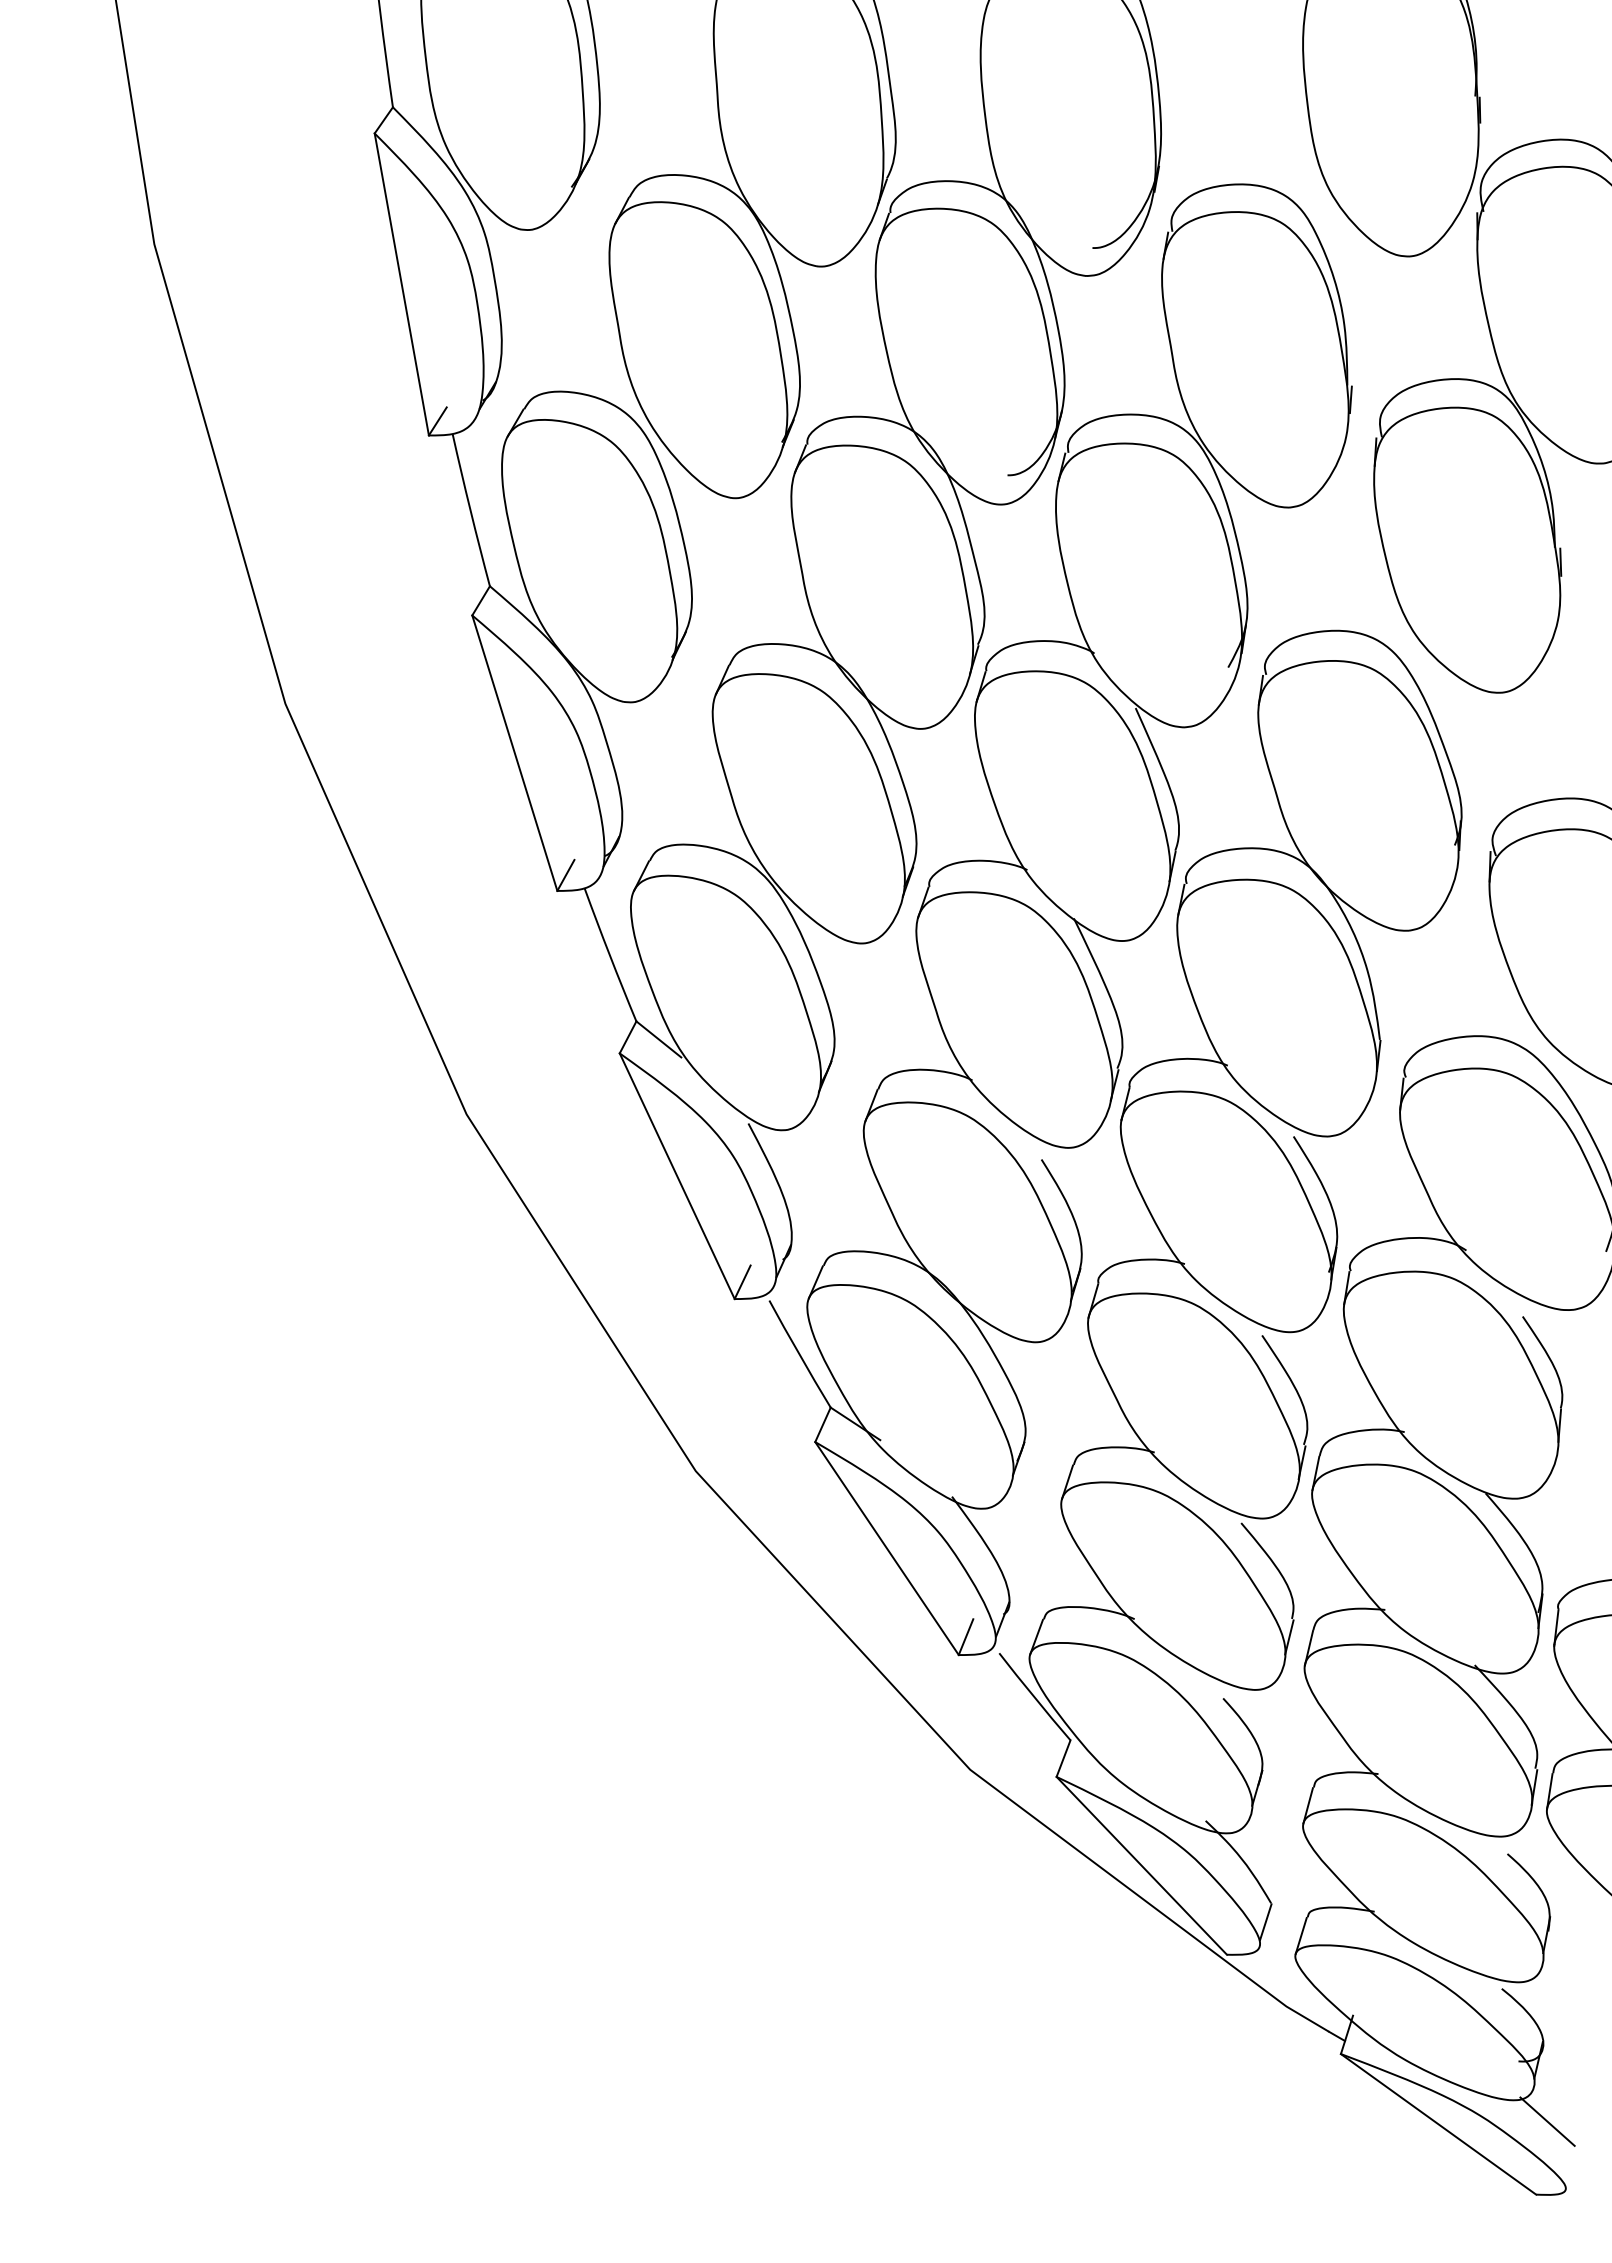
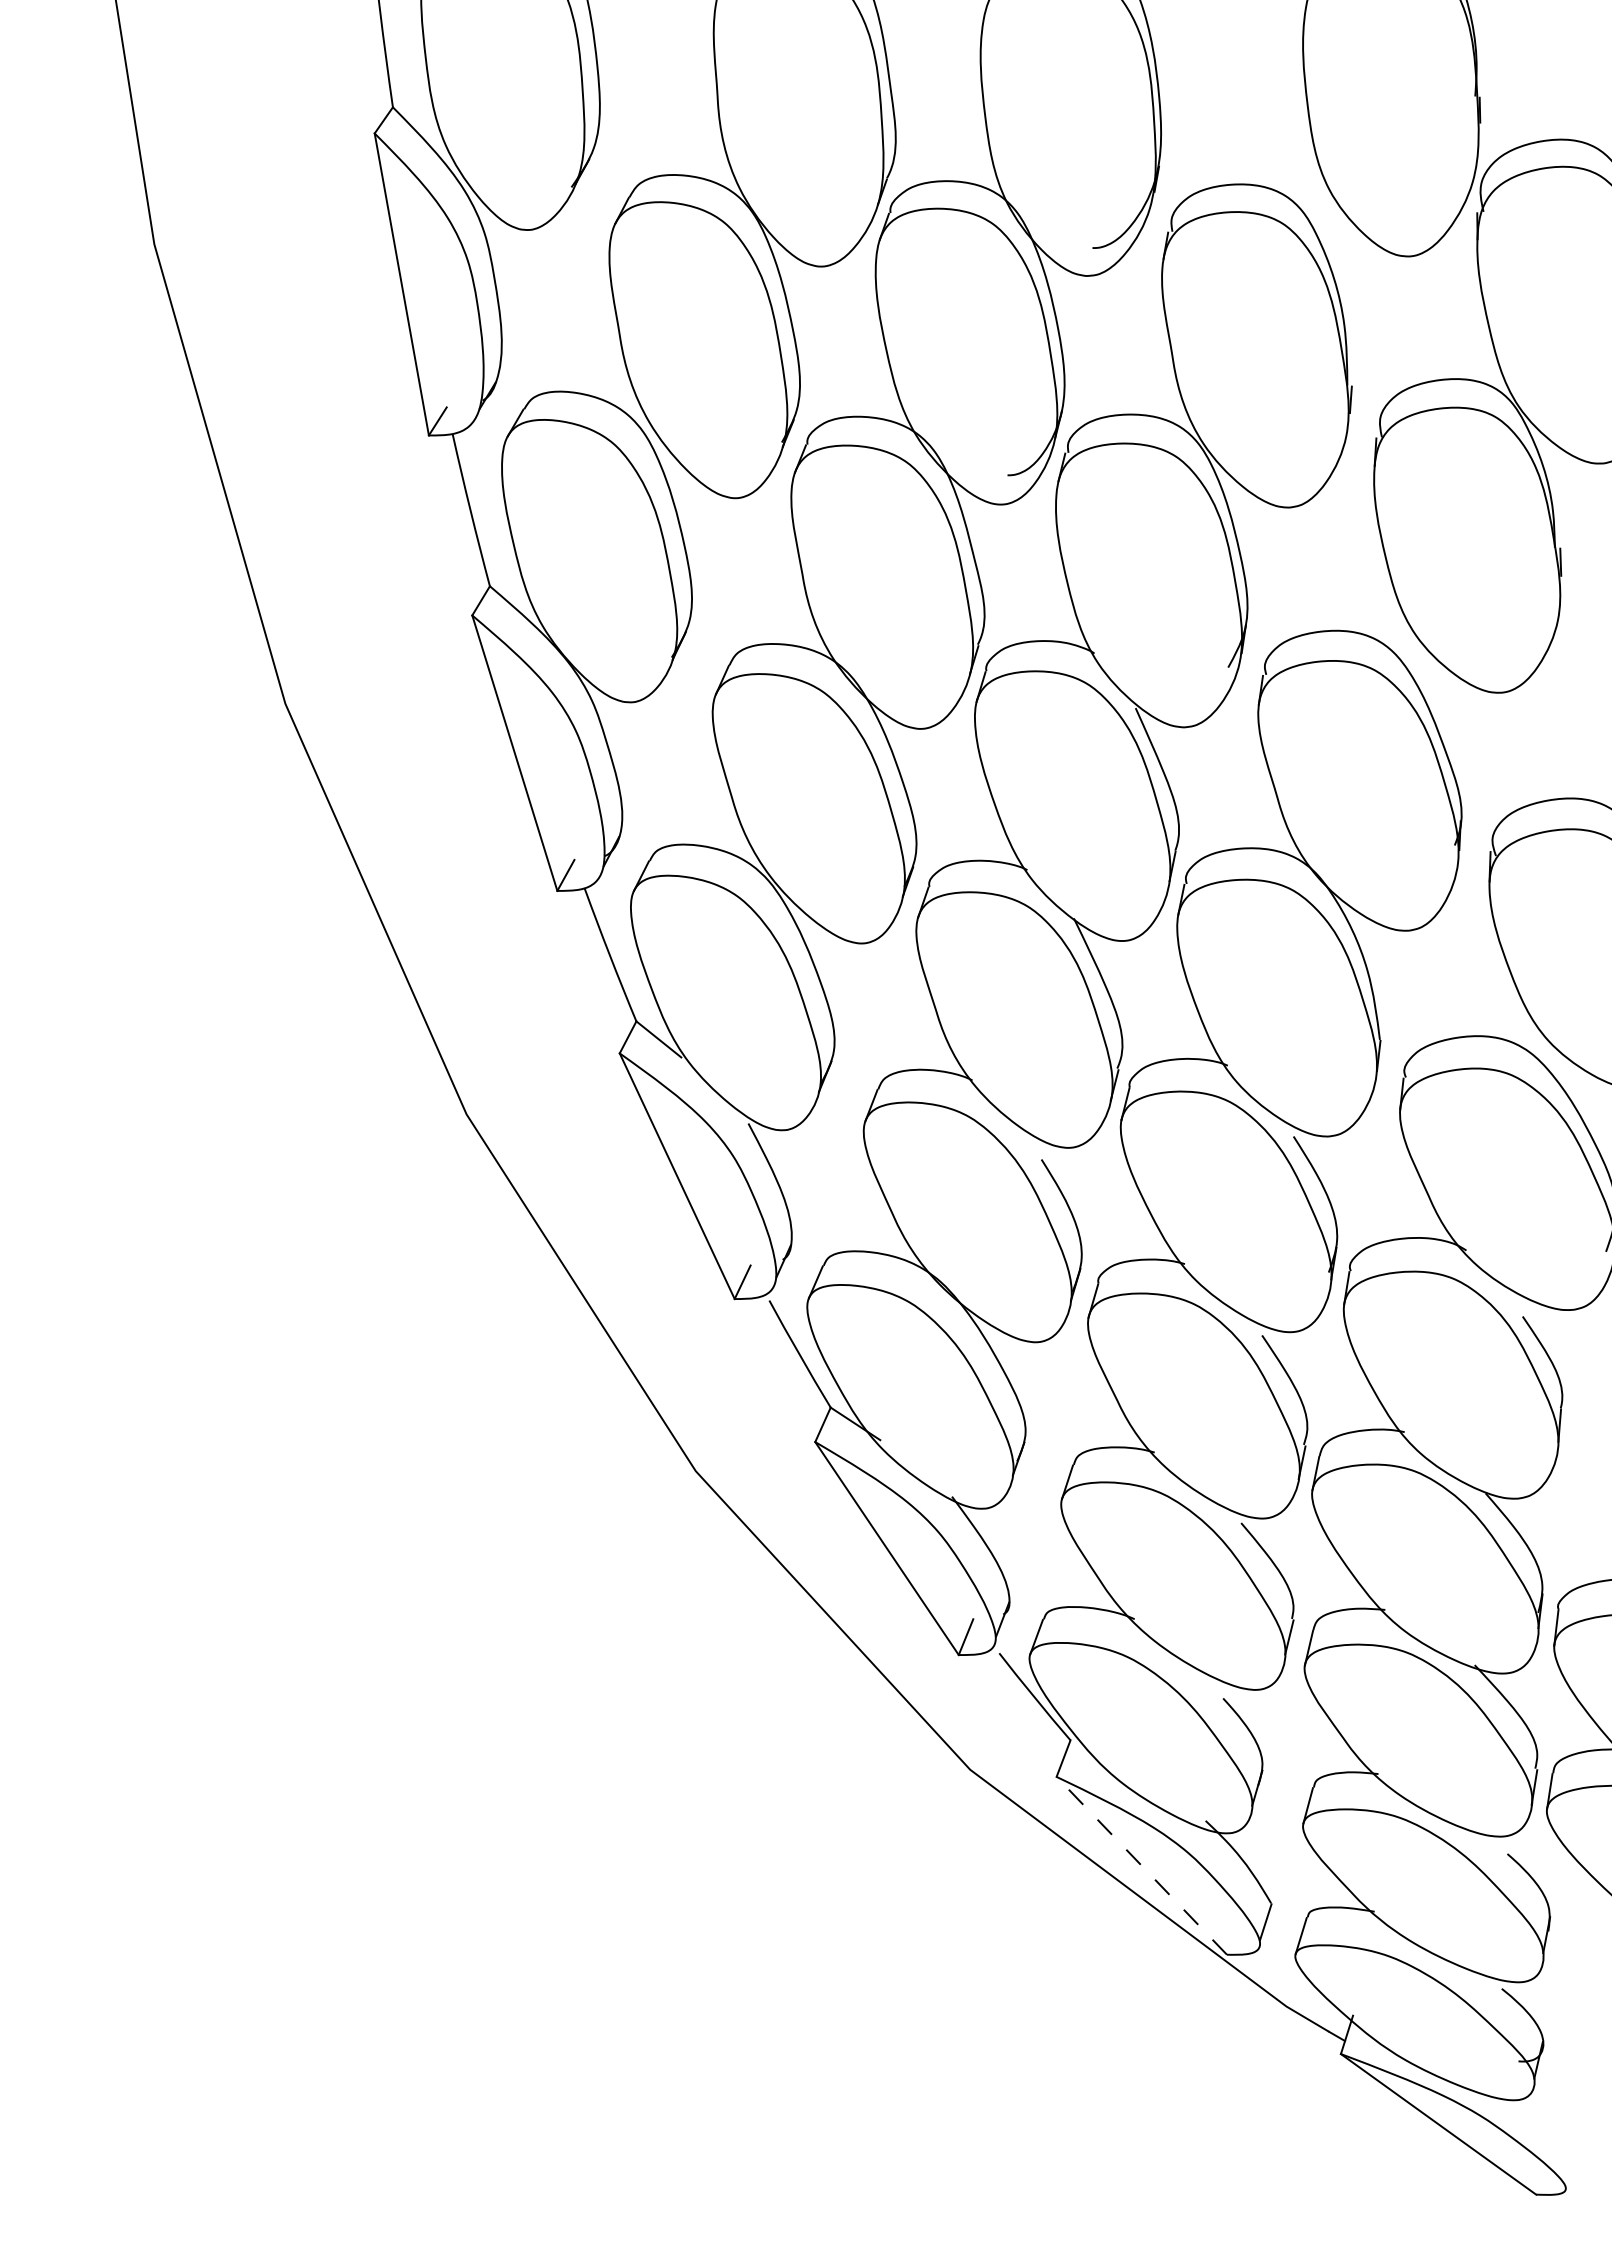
line at (1141, 1865): solid -> dashed
line at (1547, 2121): present -> none
